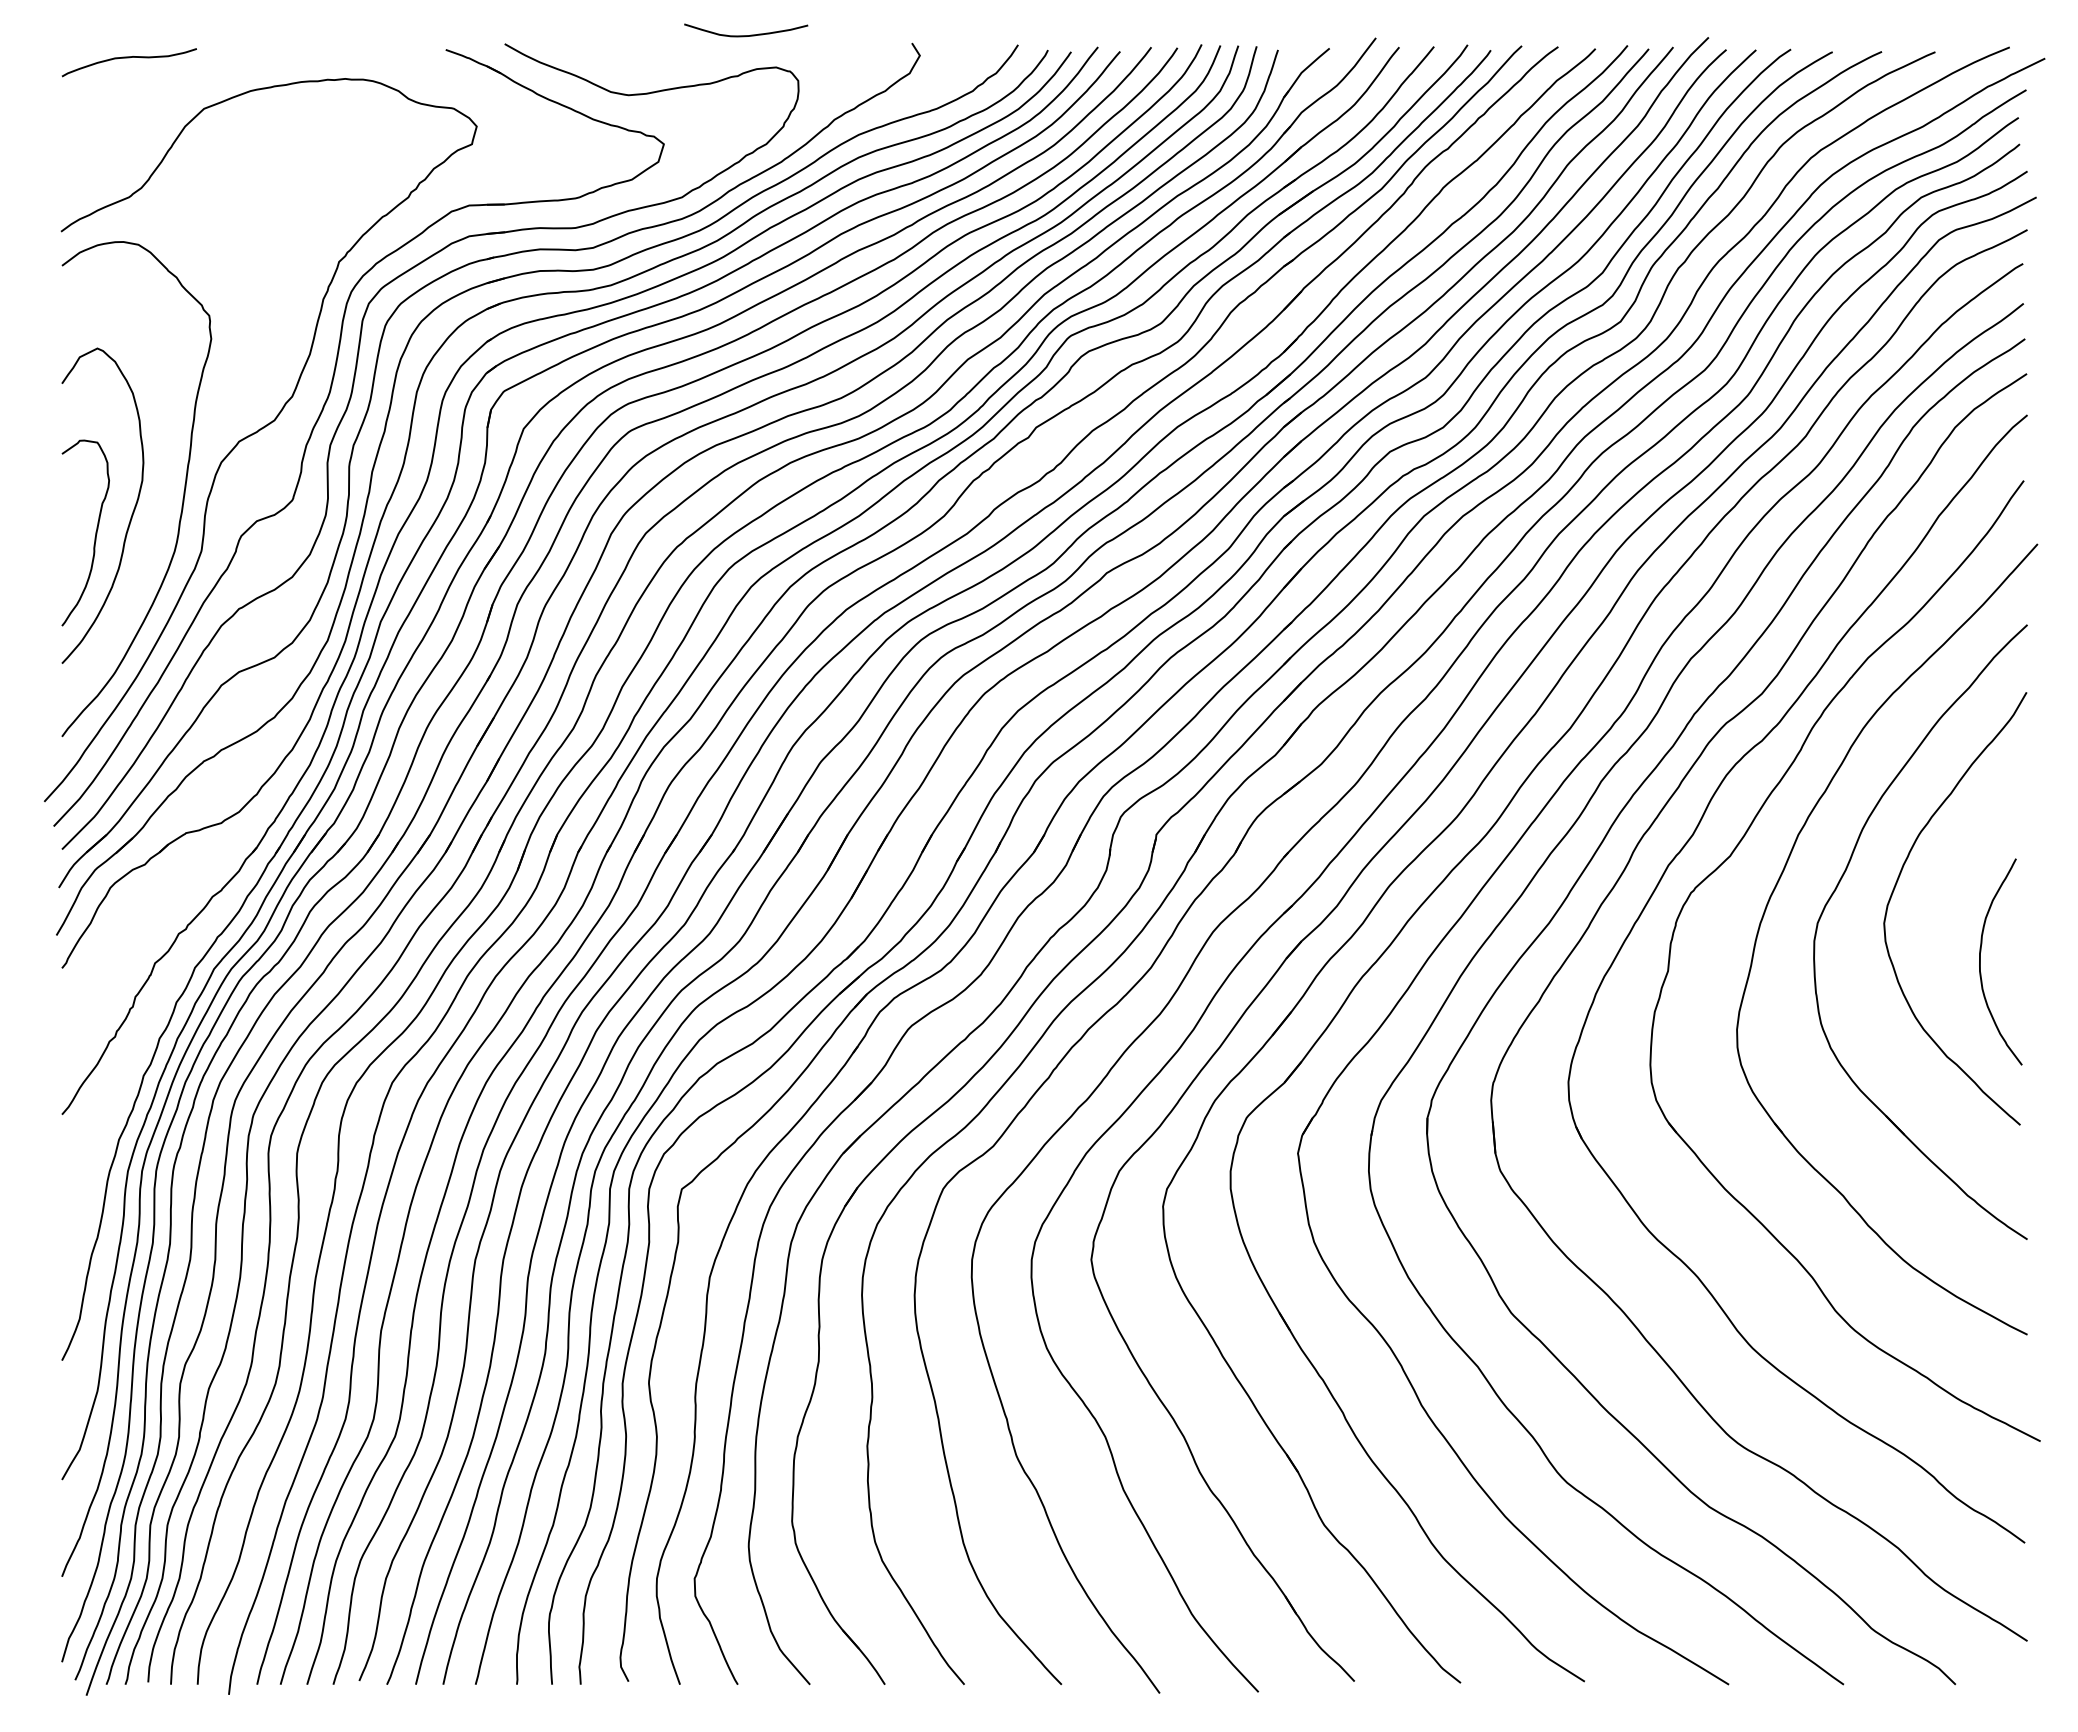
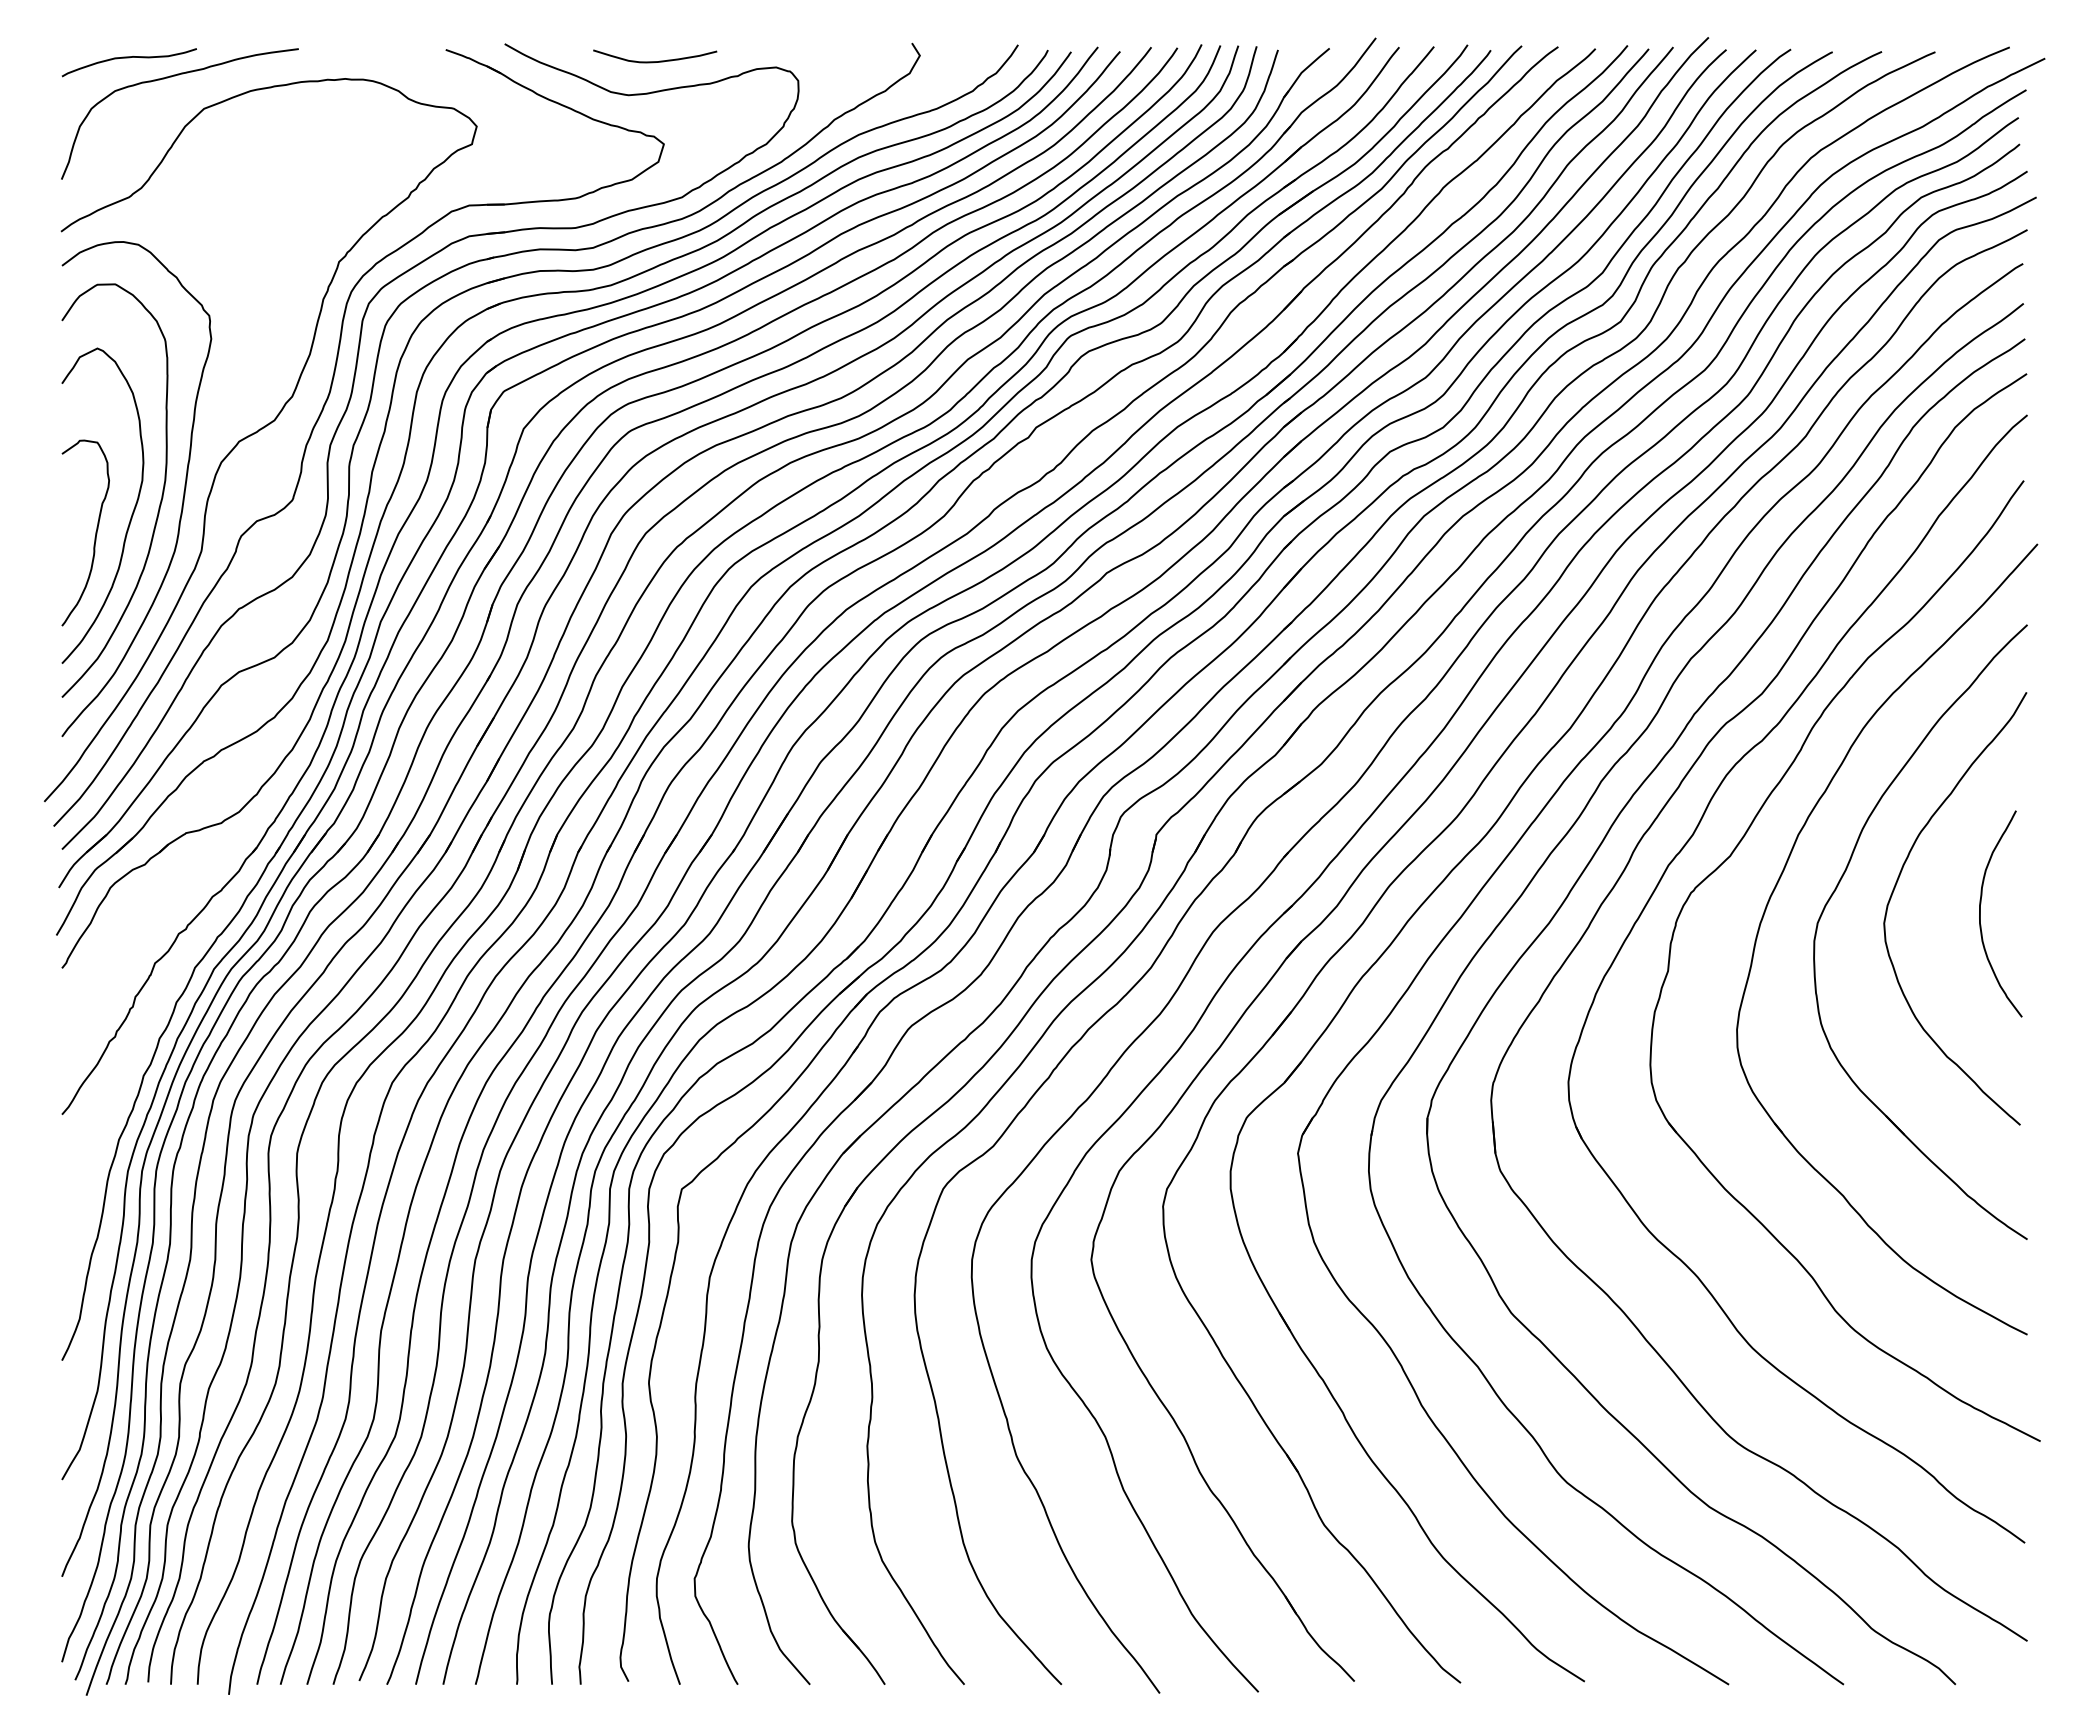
curve at (746, 35) position: (746, 35) -> (655, 61)
curve at (171, 77): none -> present
curve at (159, 503): none -> present
curve at (1980, 961) position: (1980, 961) -> (1980, 913)
